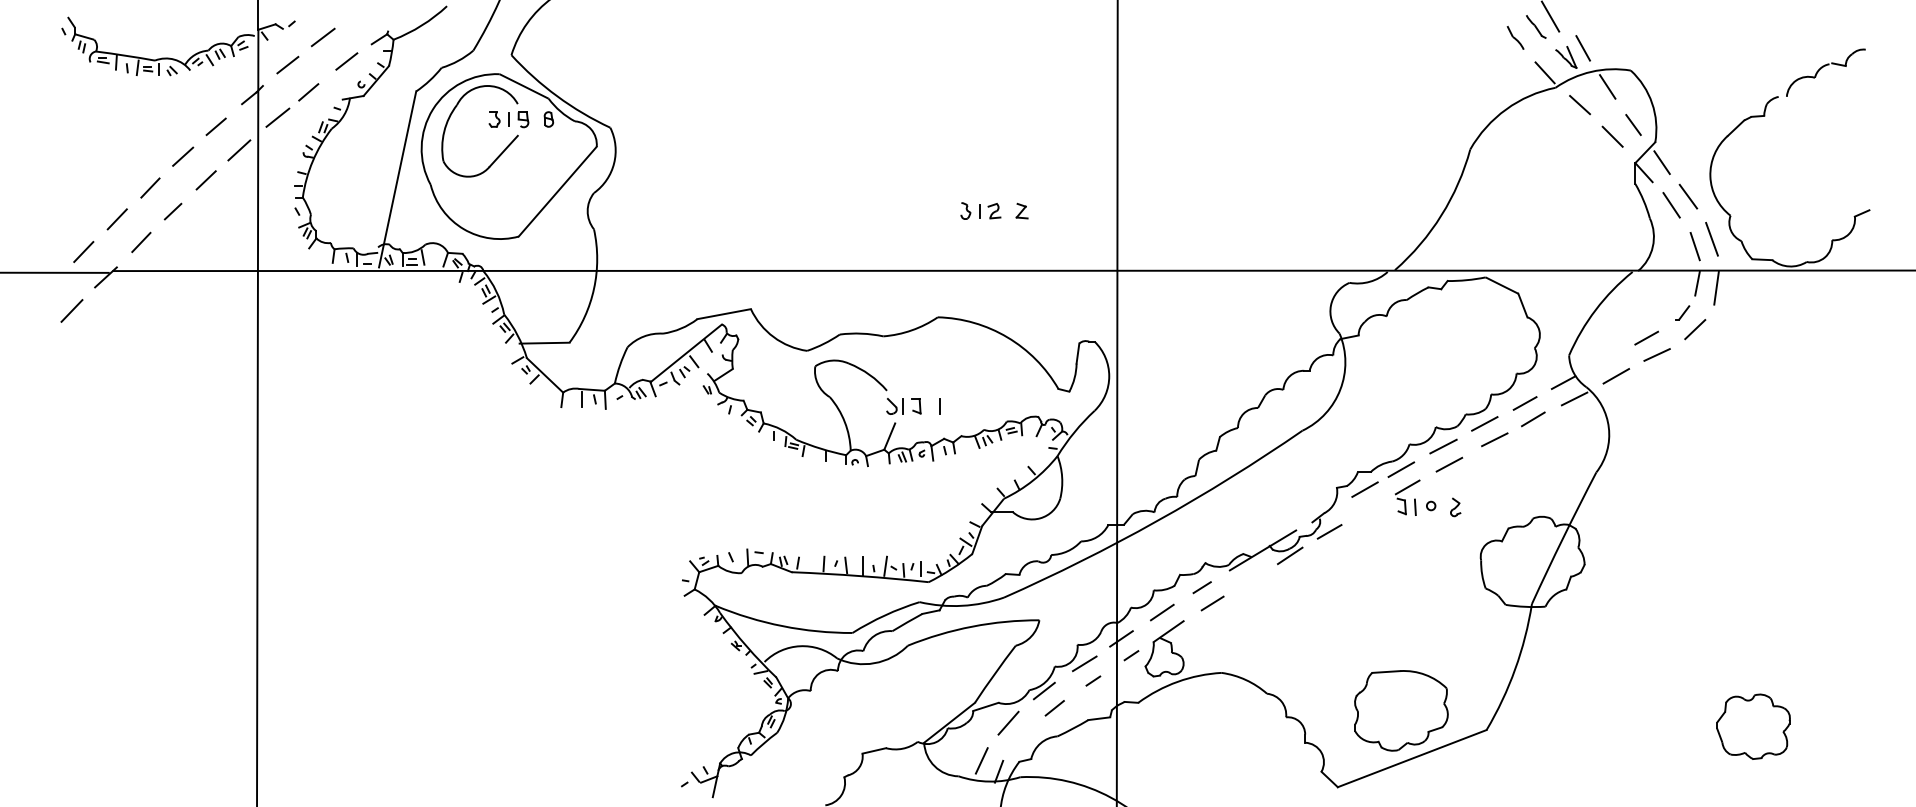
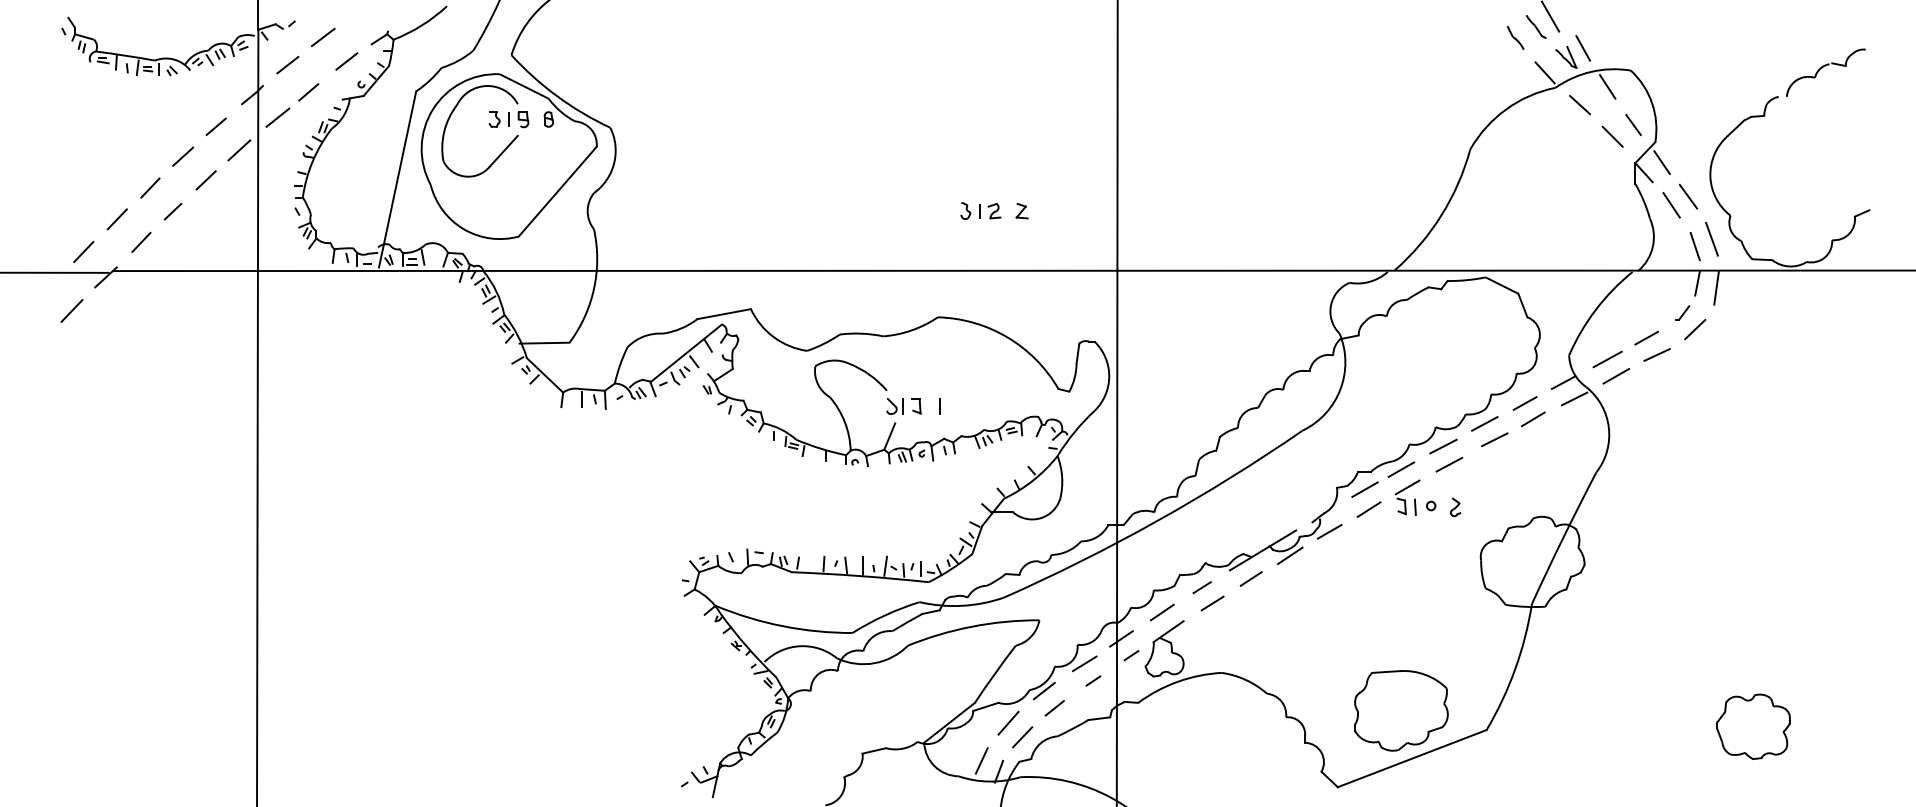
line at (1607, 359): none -> present
line at (1368, 509): none -> present
line at (1250, 578): none -> present
line at (1022, 737): none -> present
